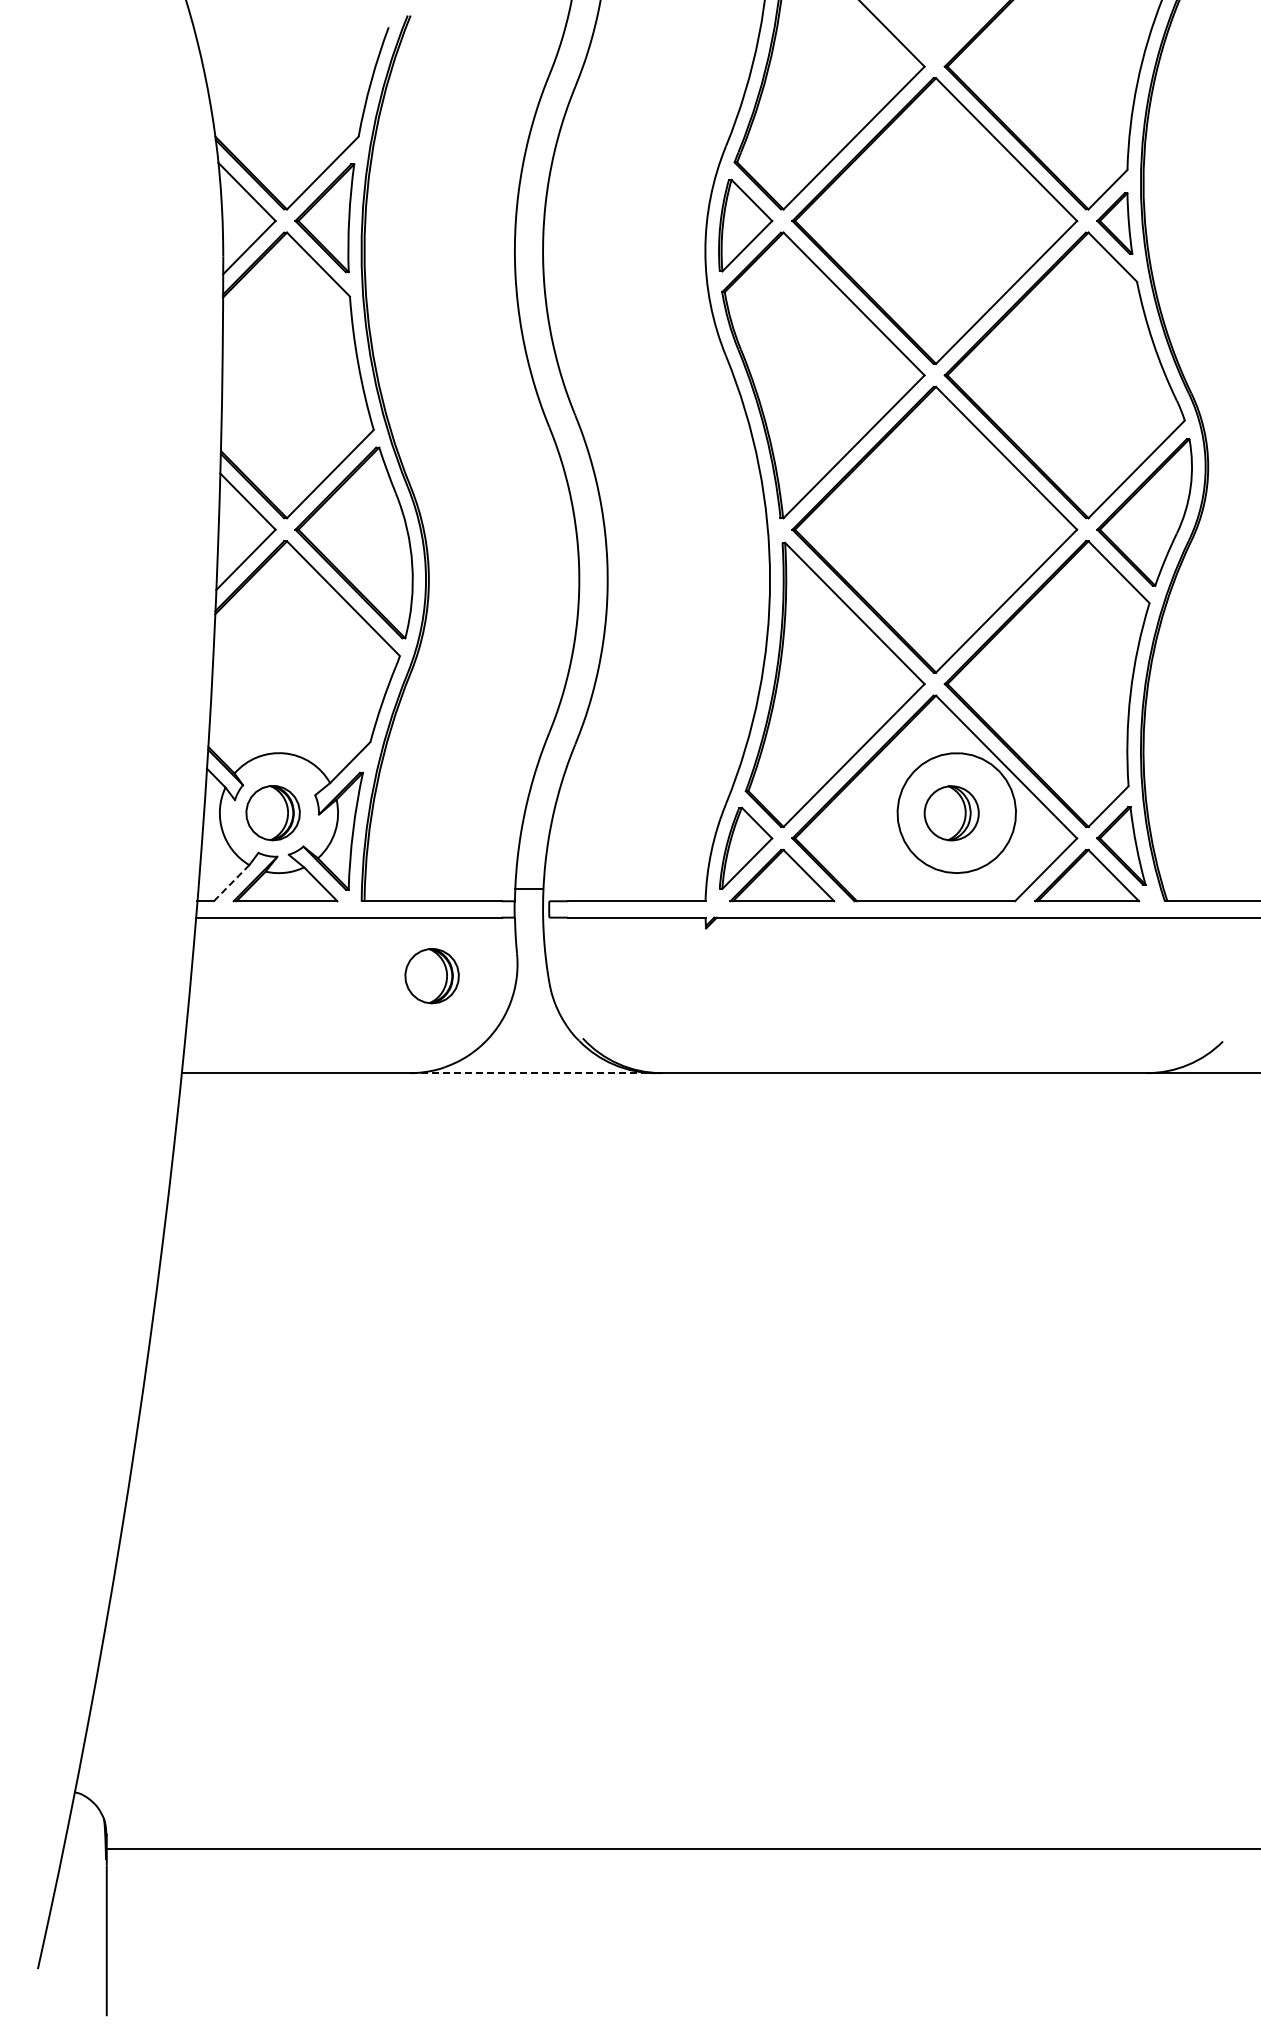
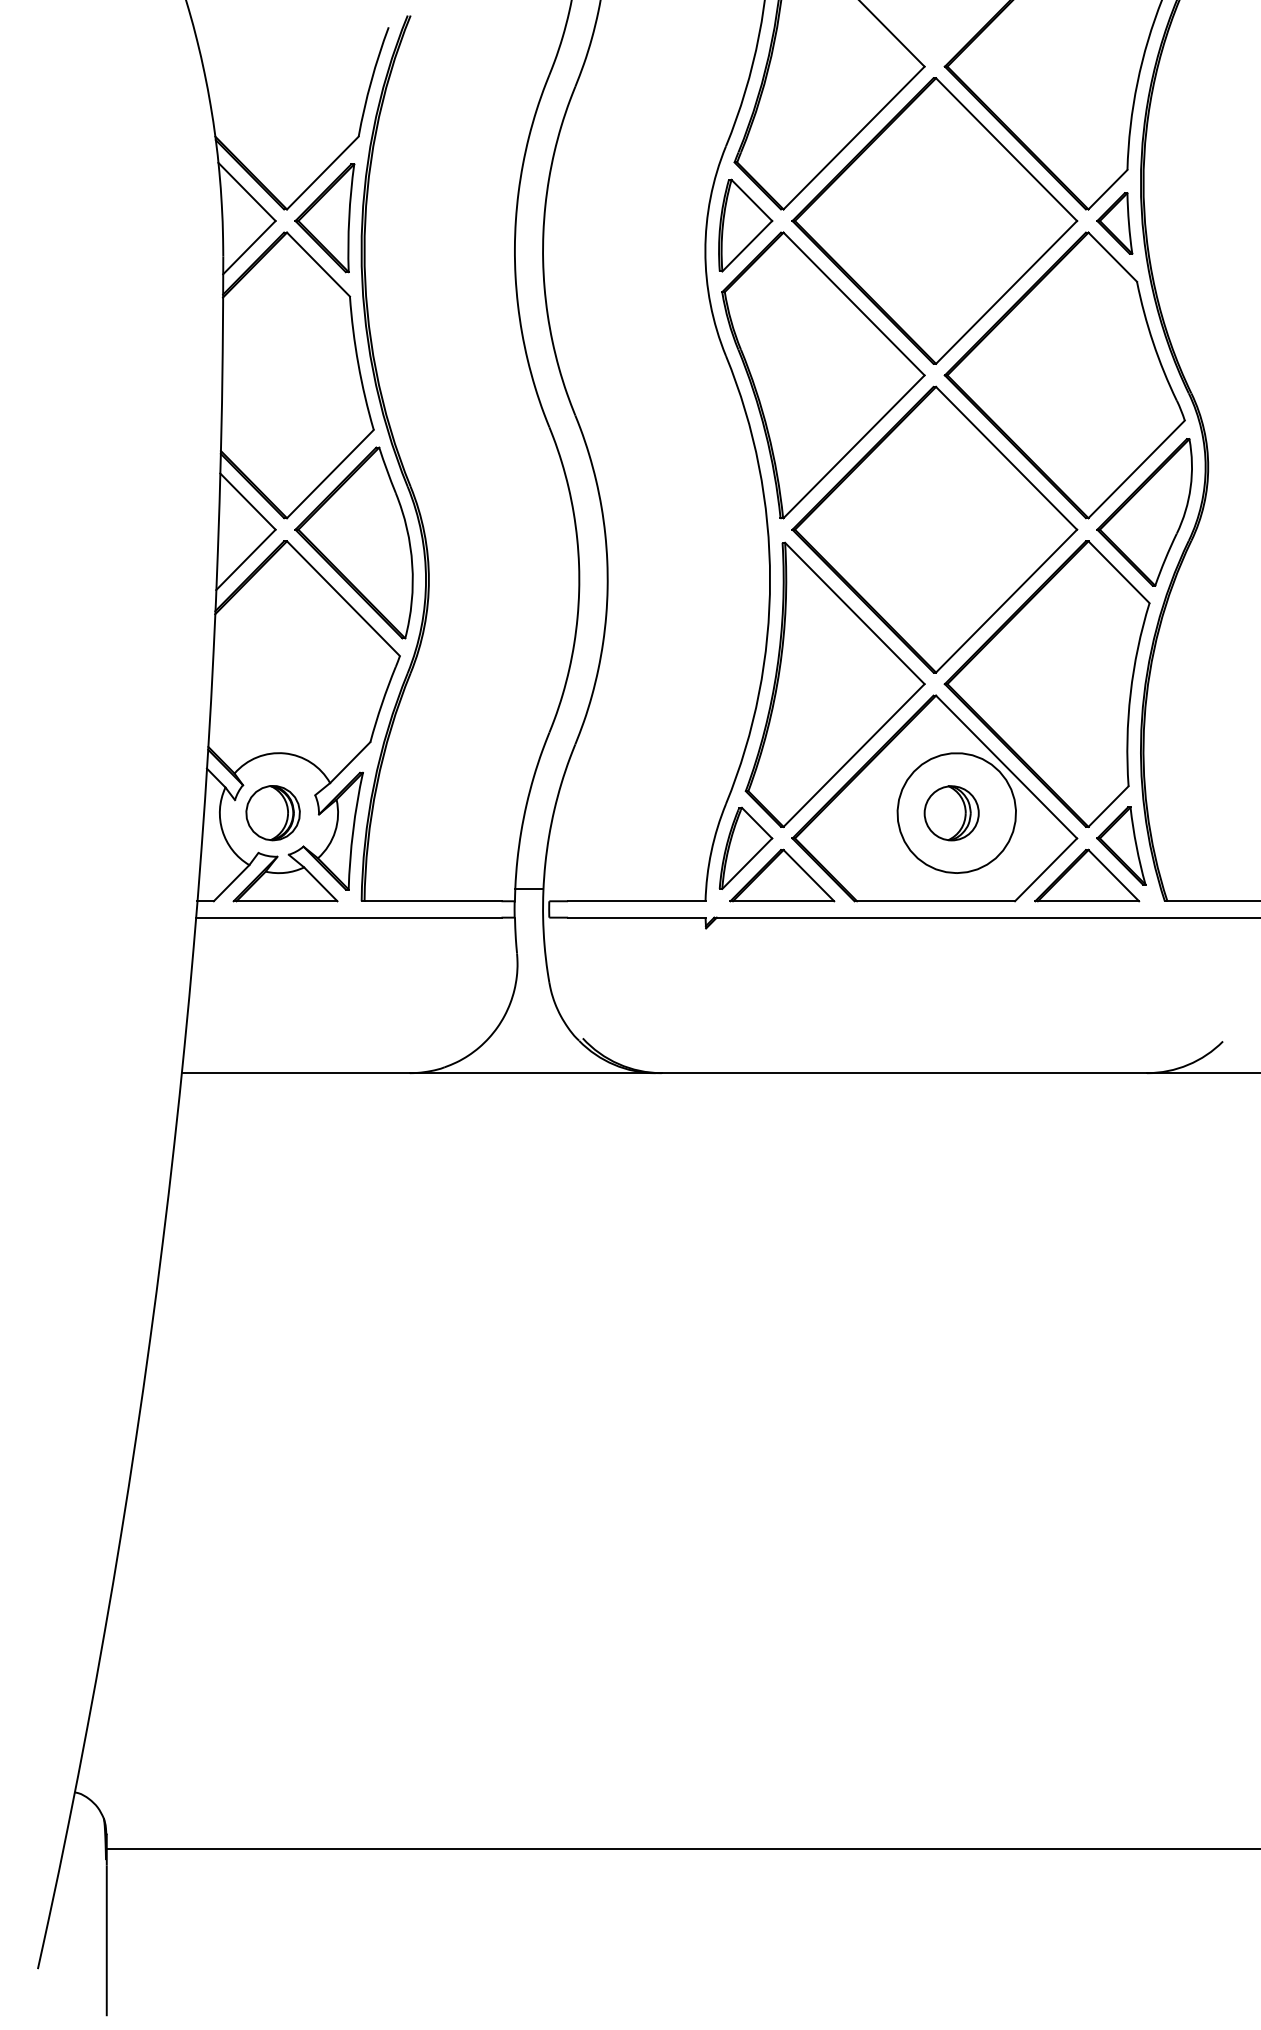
line at (231, 882): dashed -> solid
part at (431, 976): present -> none
line at (533, 1073): dashed -> solid
